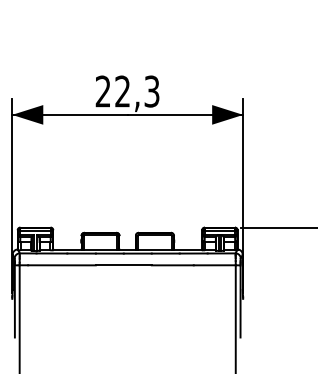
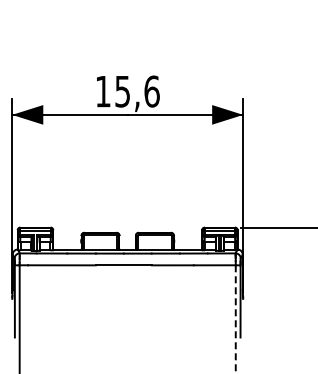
text at (127, 91): 22,3 -> 15,6
line at (235, 319): solid -> dashed
